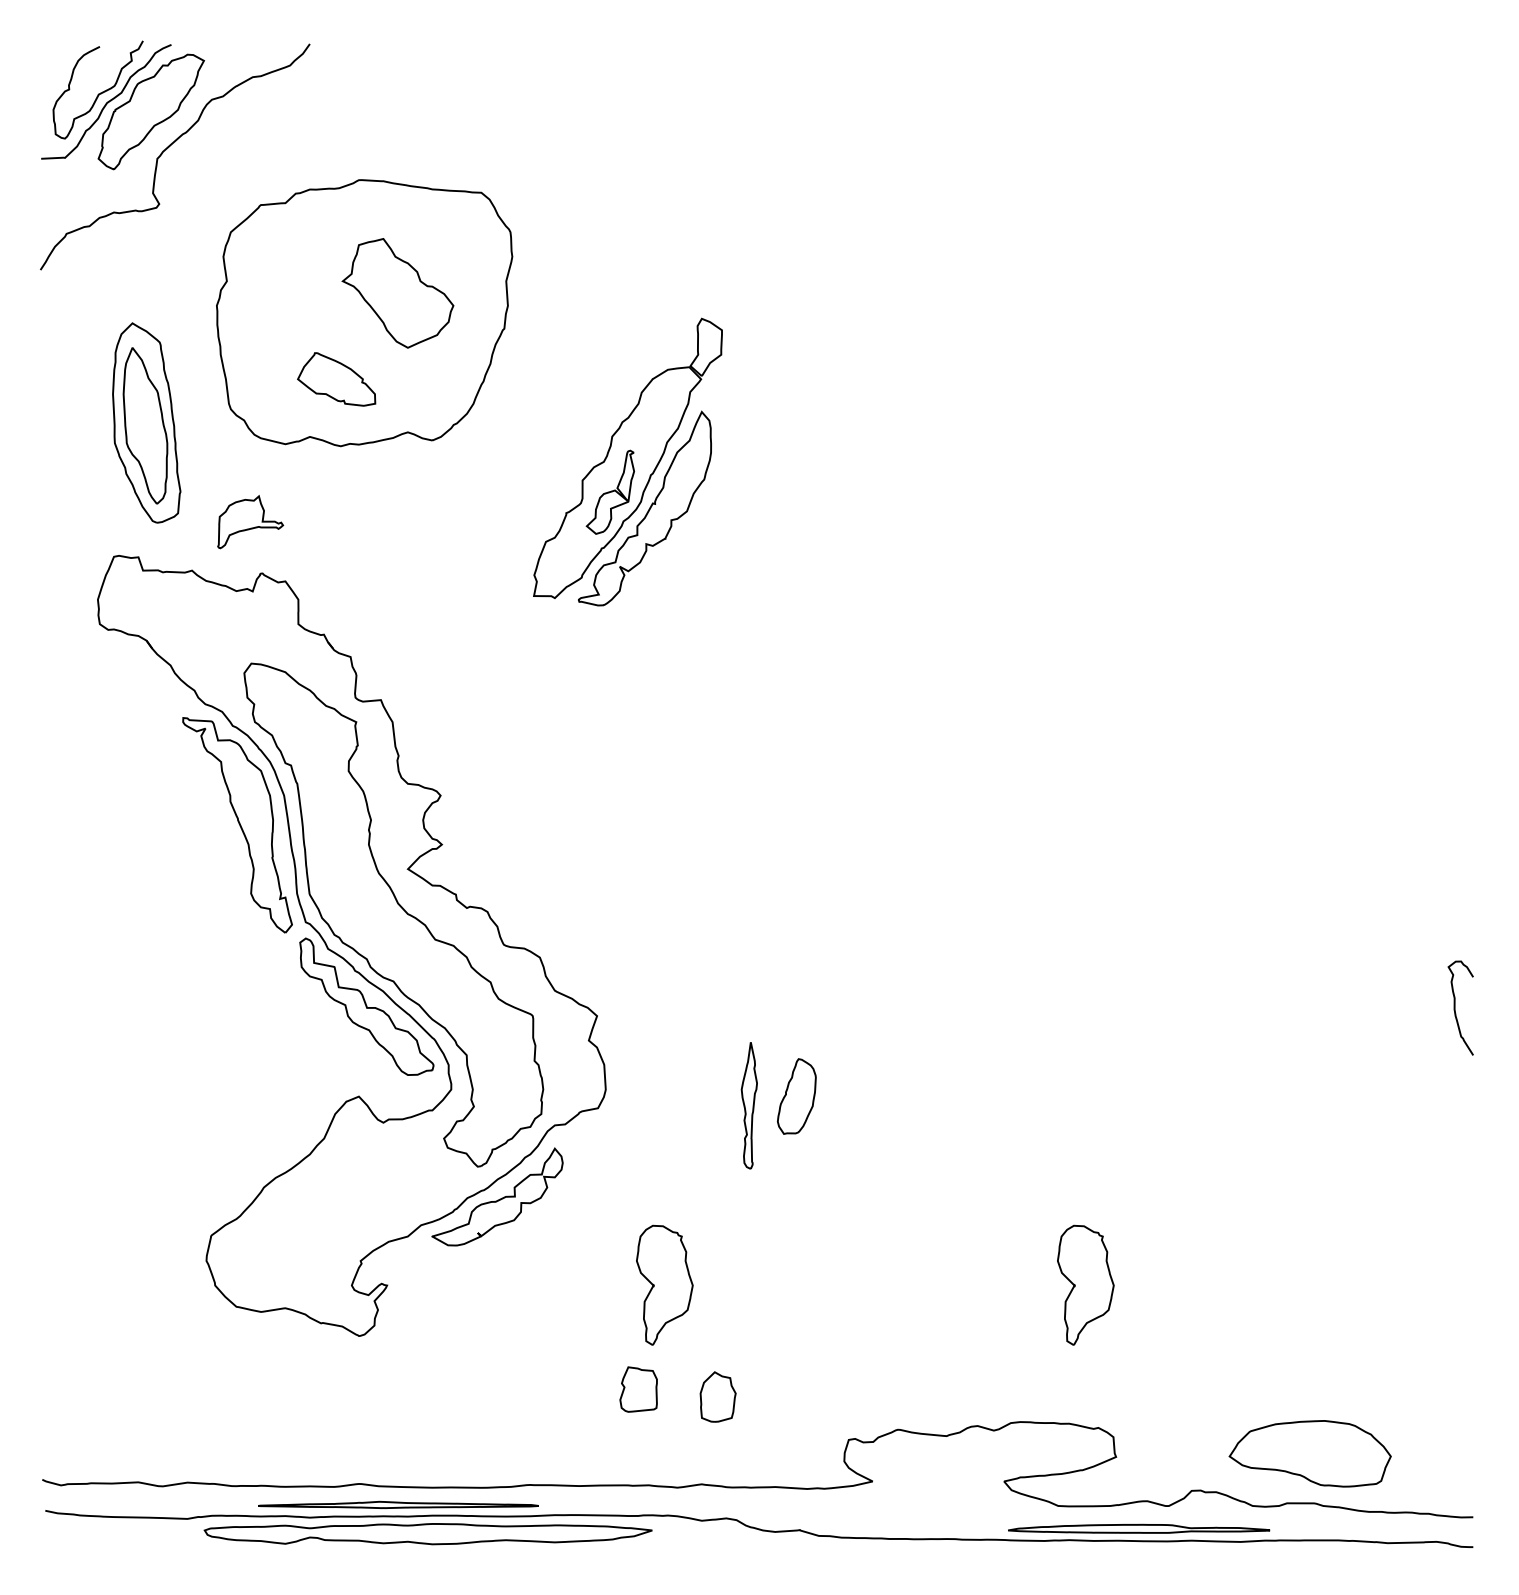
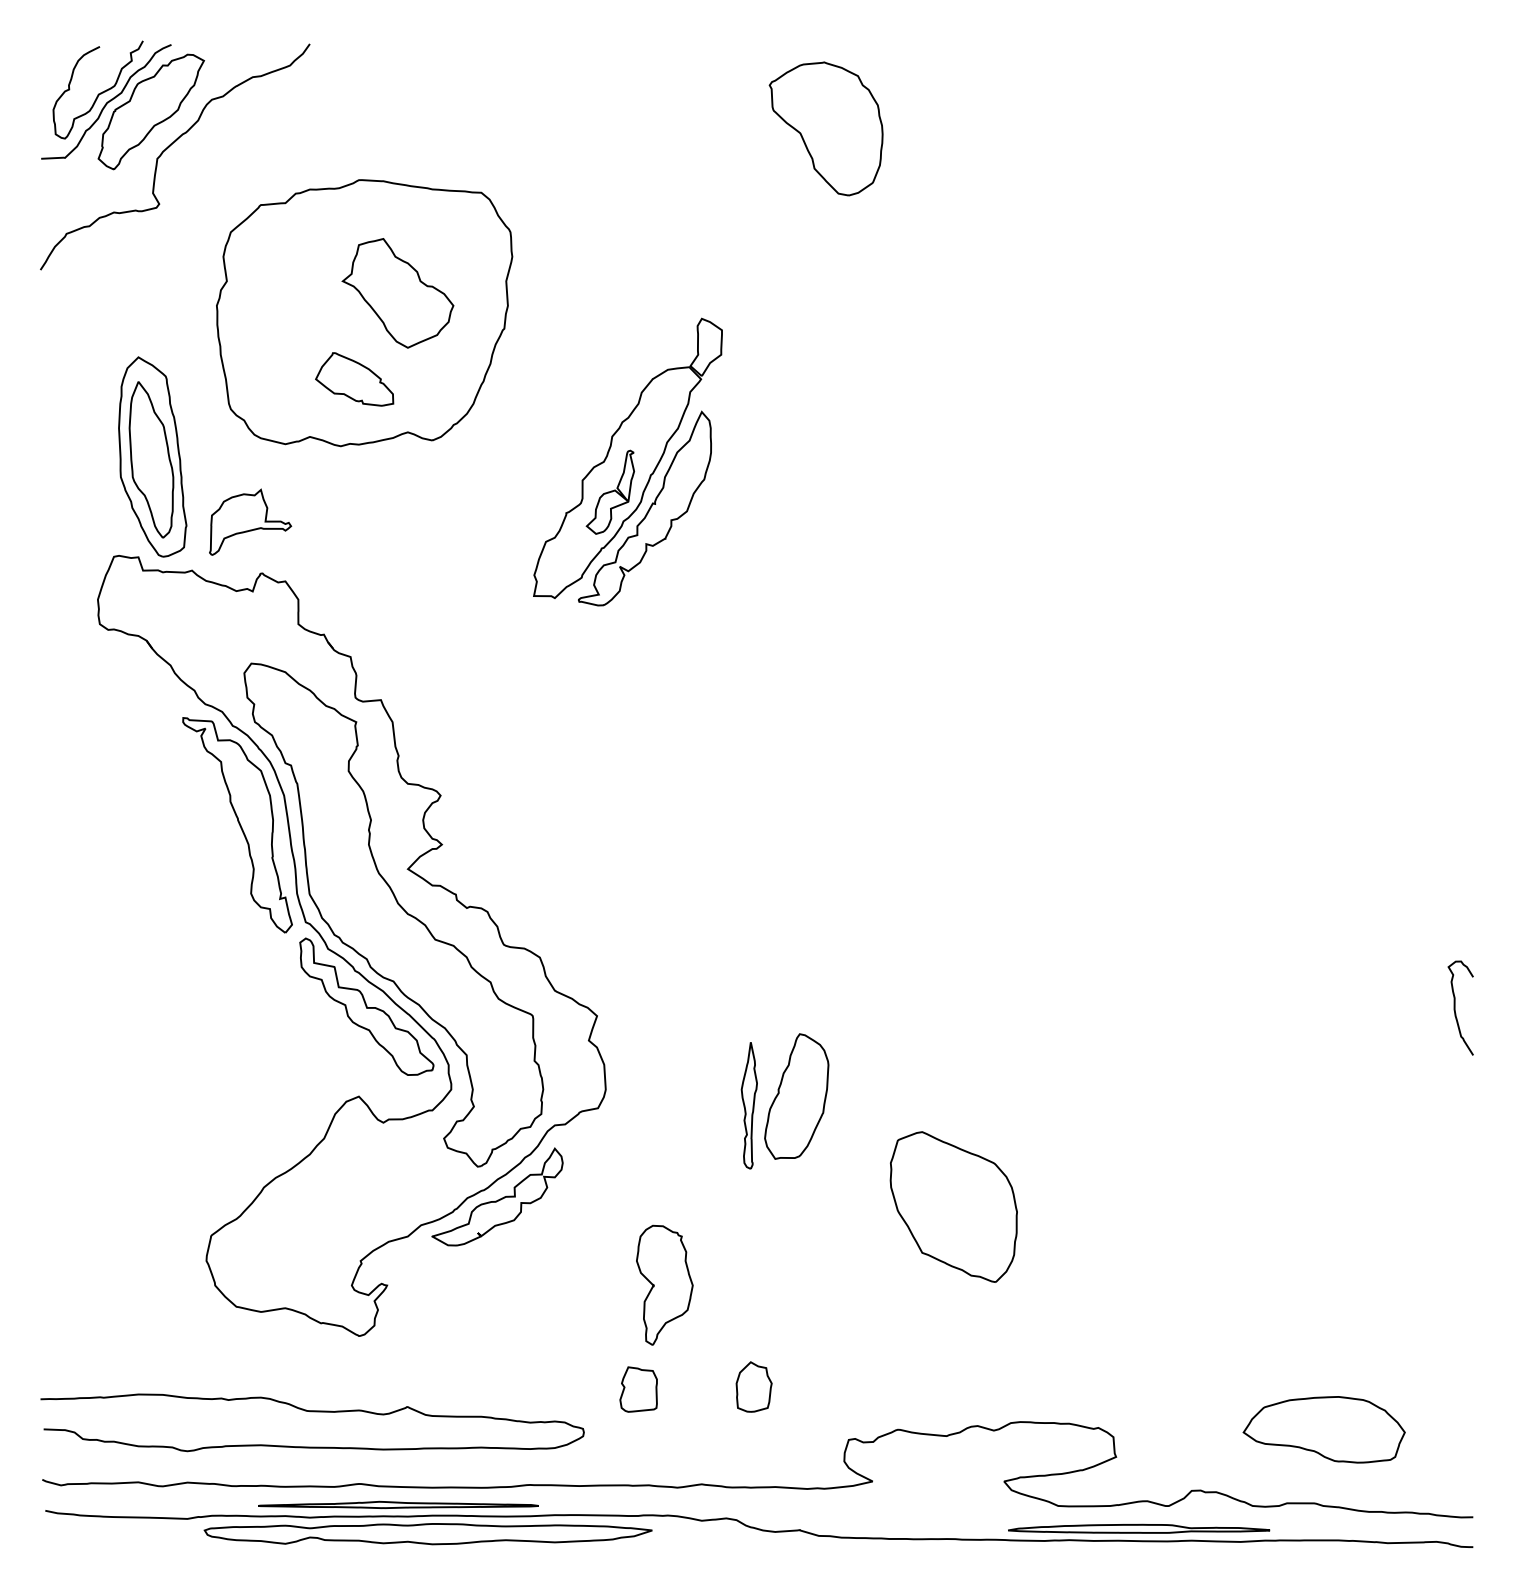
part at (825, 128): none -> present
part at (336, 379) position: (336, 379) -> (354, 379)
part at (146, 422) position: (146, 422) -> (152, 456)
part at (250, 522) size: 68x55 px -> 84x68 px
part at (796, 1096) size: 40x77 px -> 66x127 px
part at (953, 1206): none -> present
part at (1085, 1284): present -> none
part at (717, 1396) position: (717, 1396) -> (753, 1386)
curve at (312, 1412): none -> present
part at (1309, 1453) position: (1309, 1453) -> (1323, 1429)
